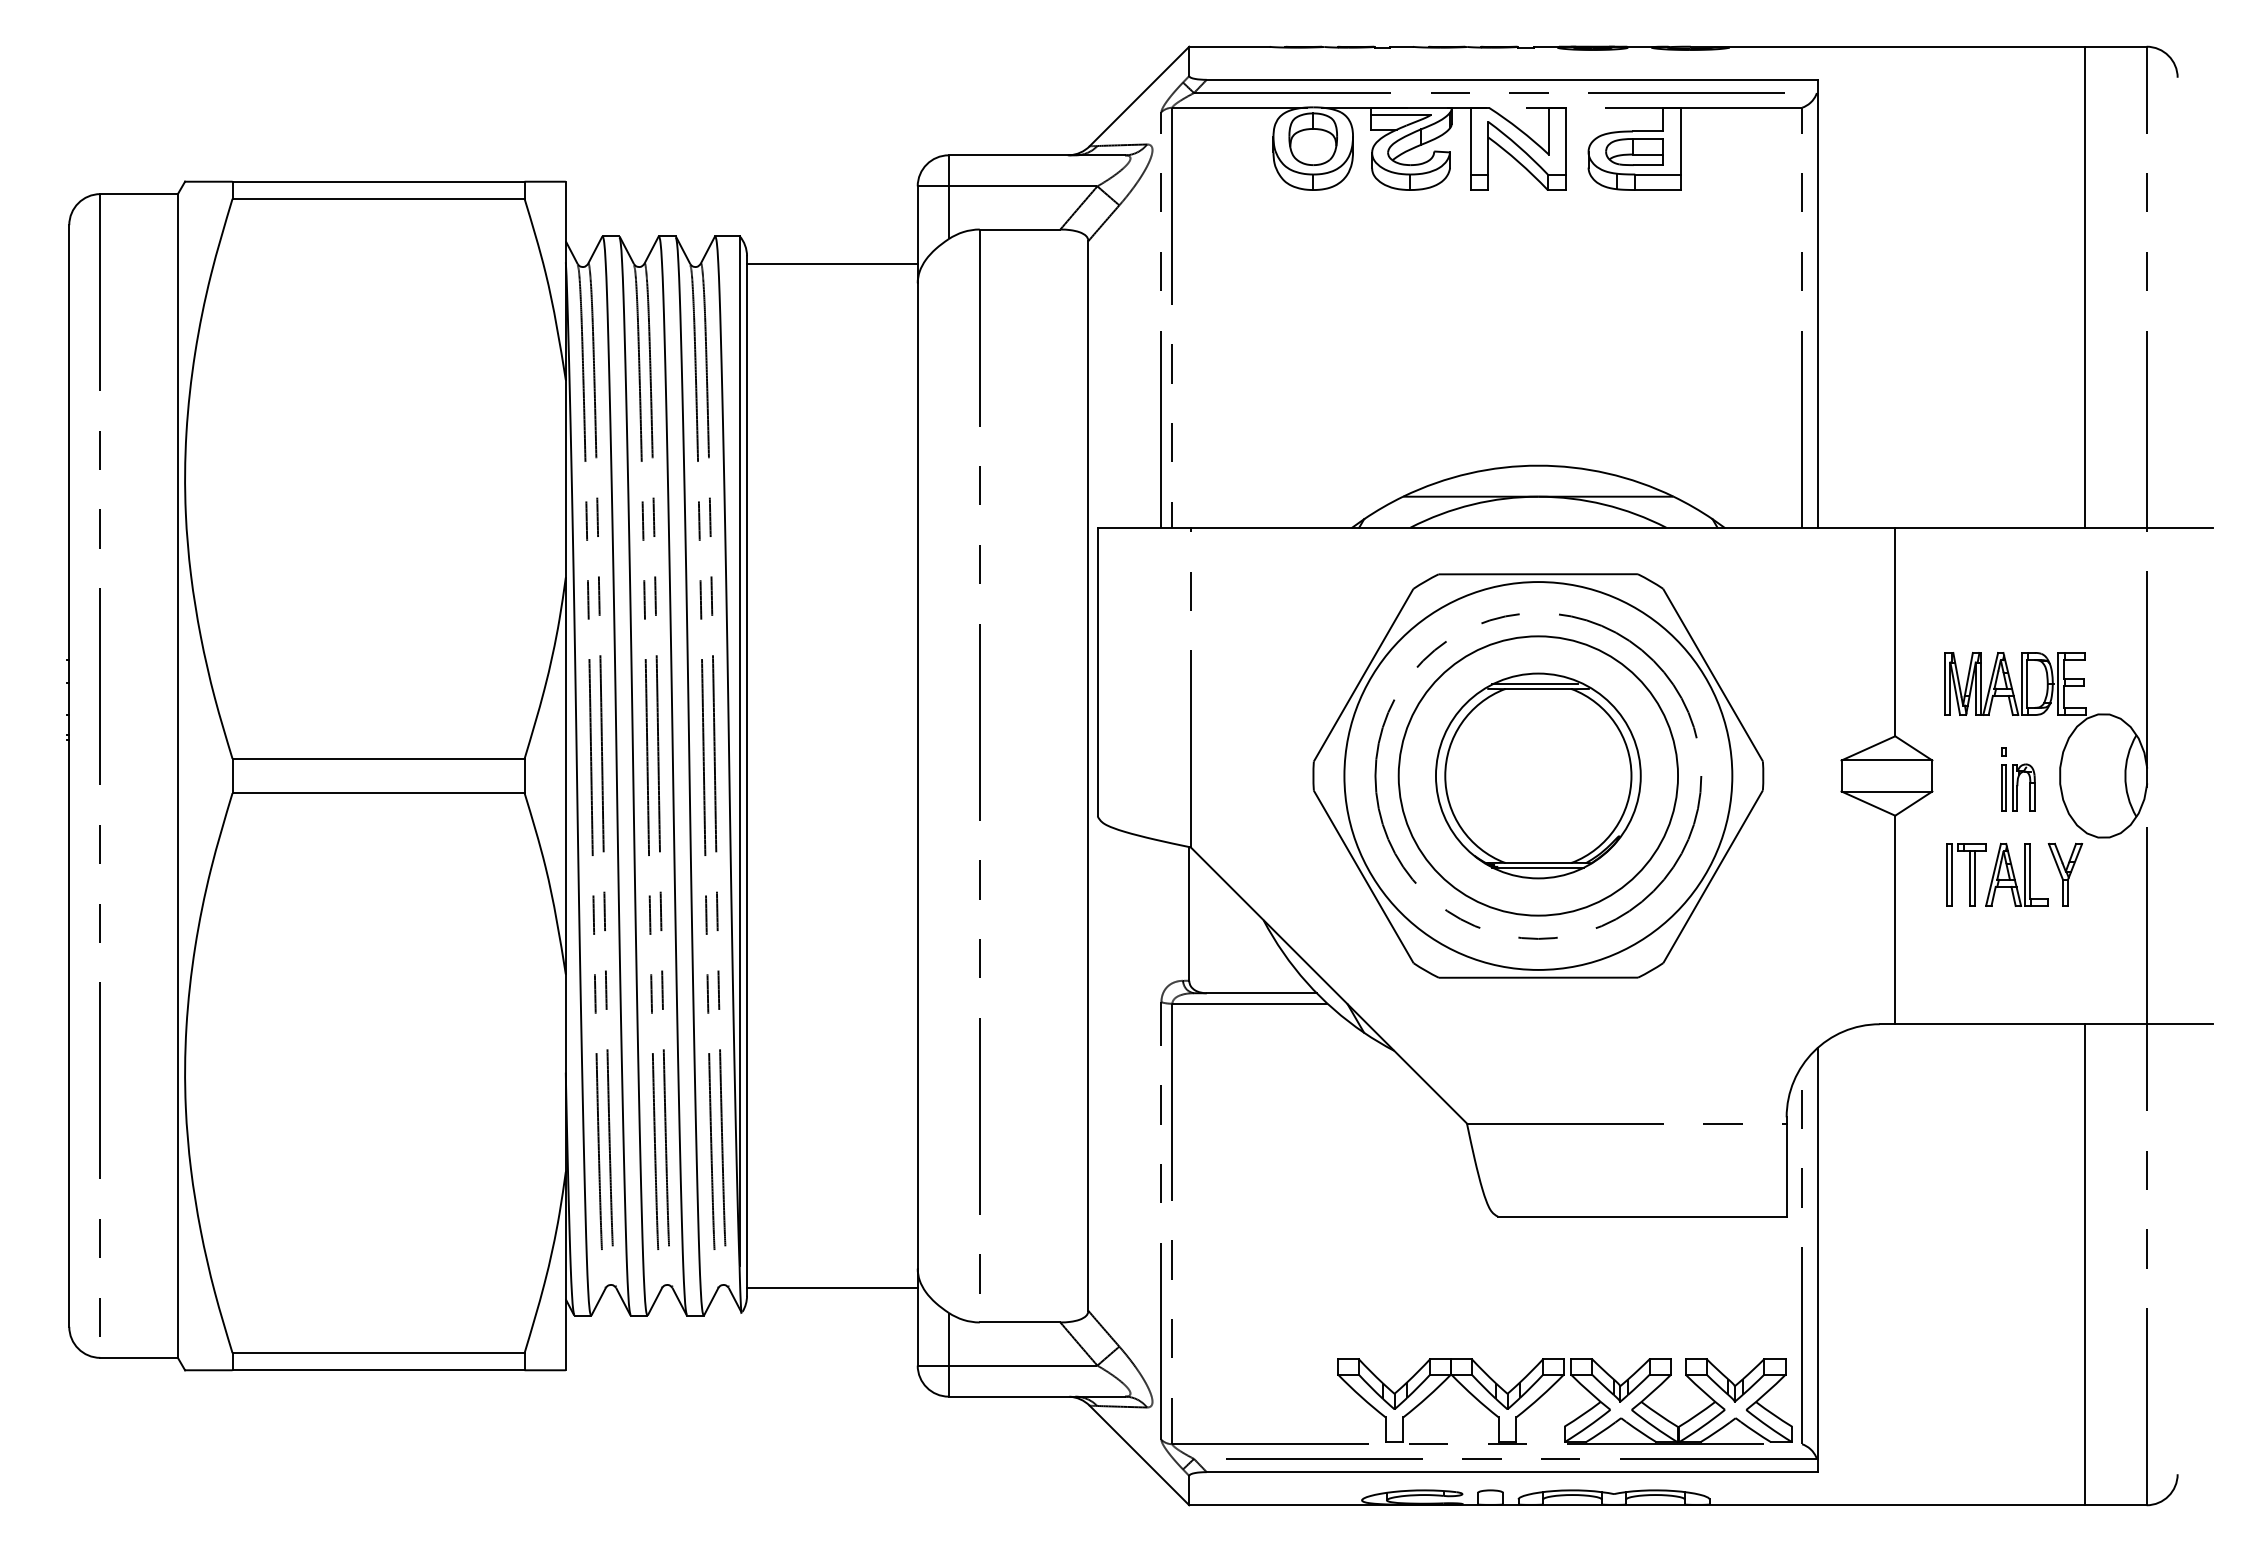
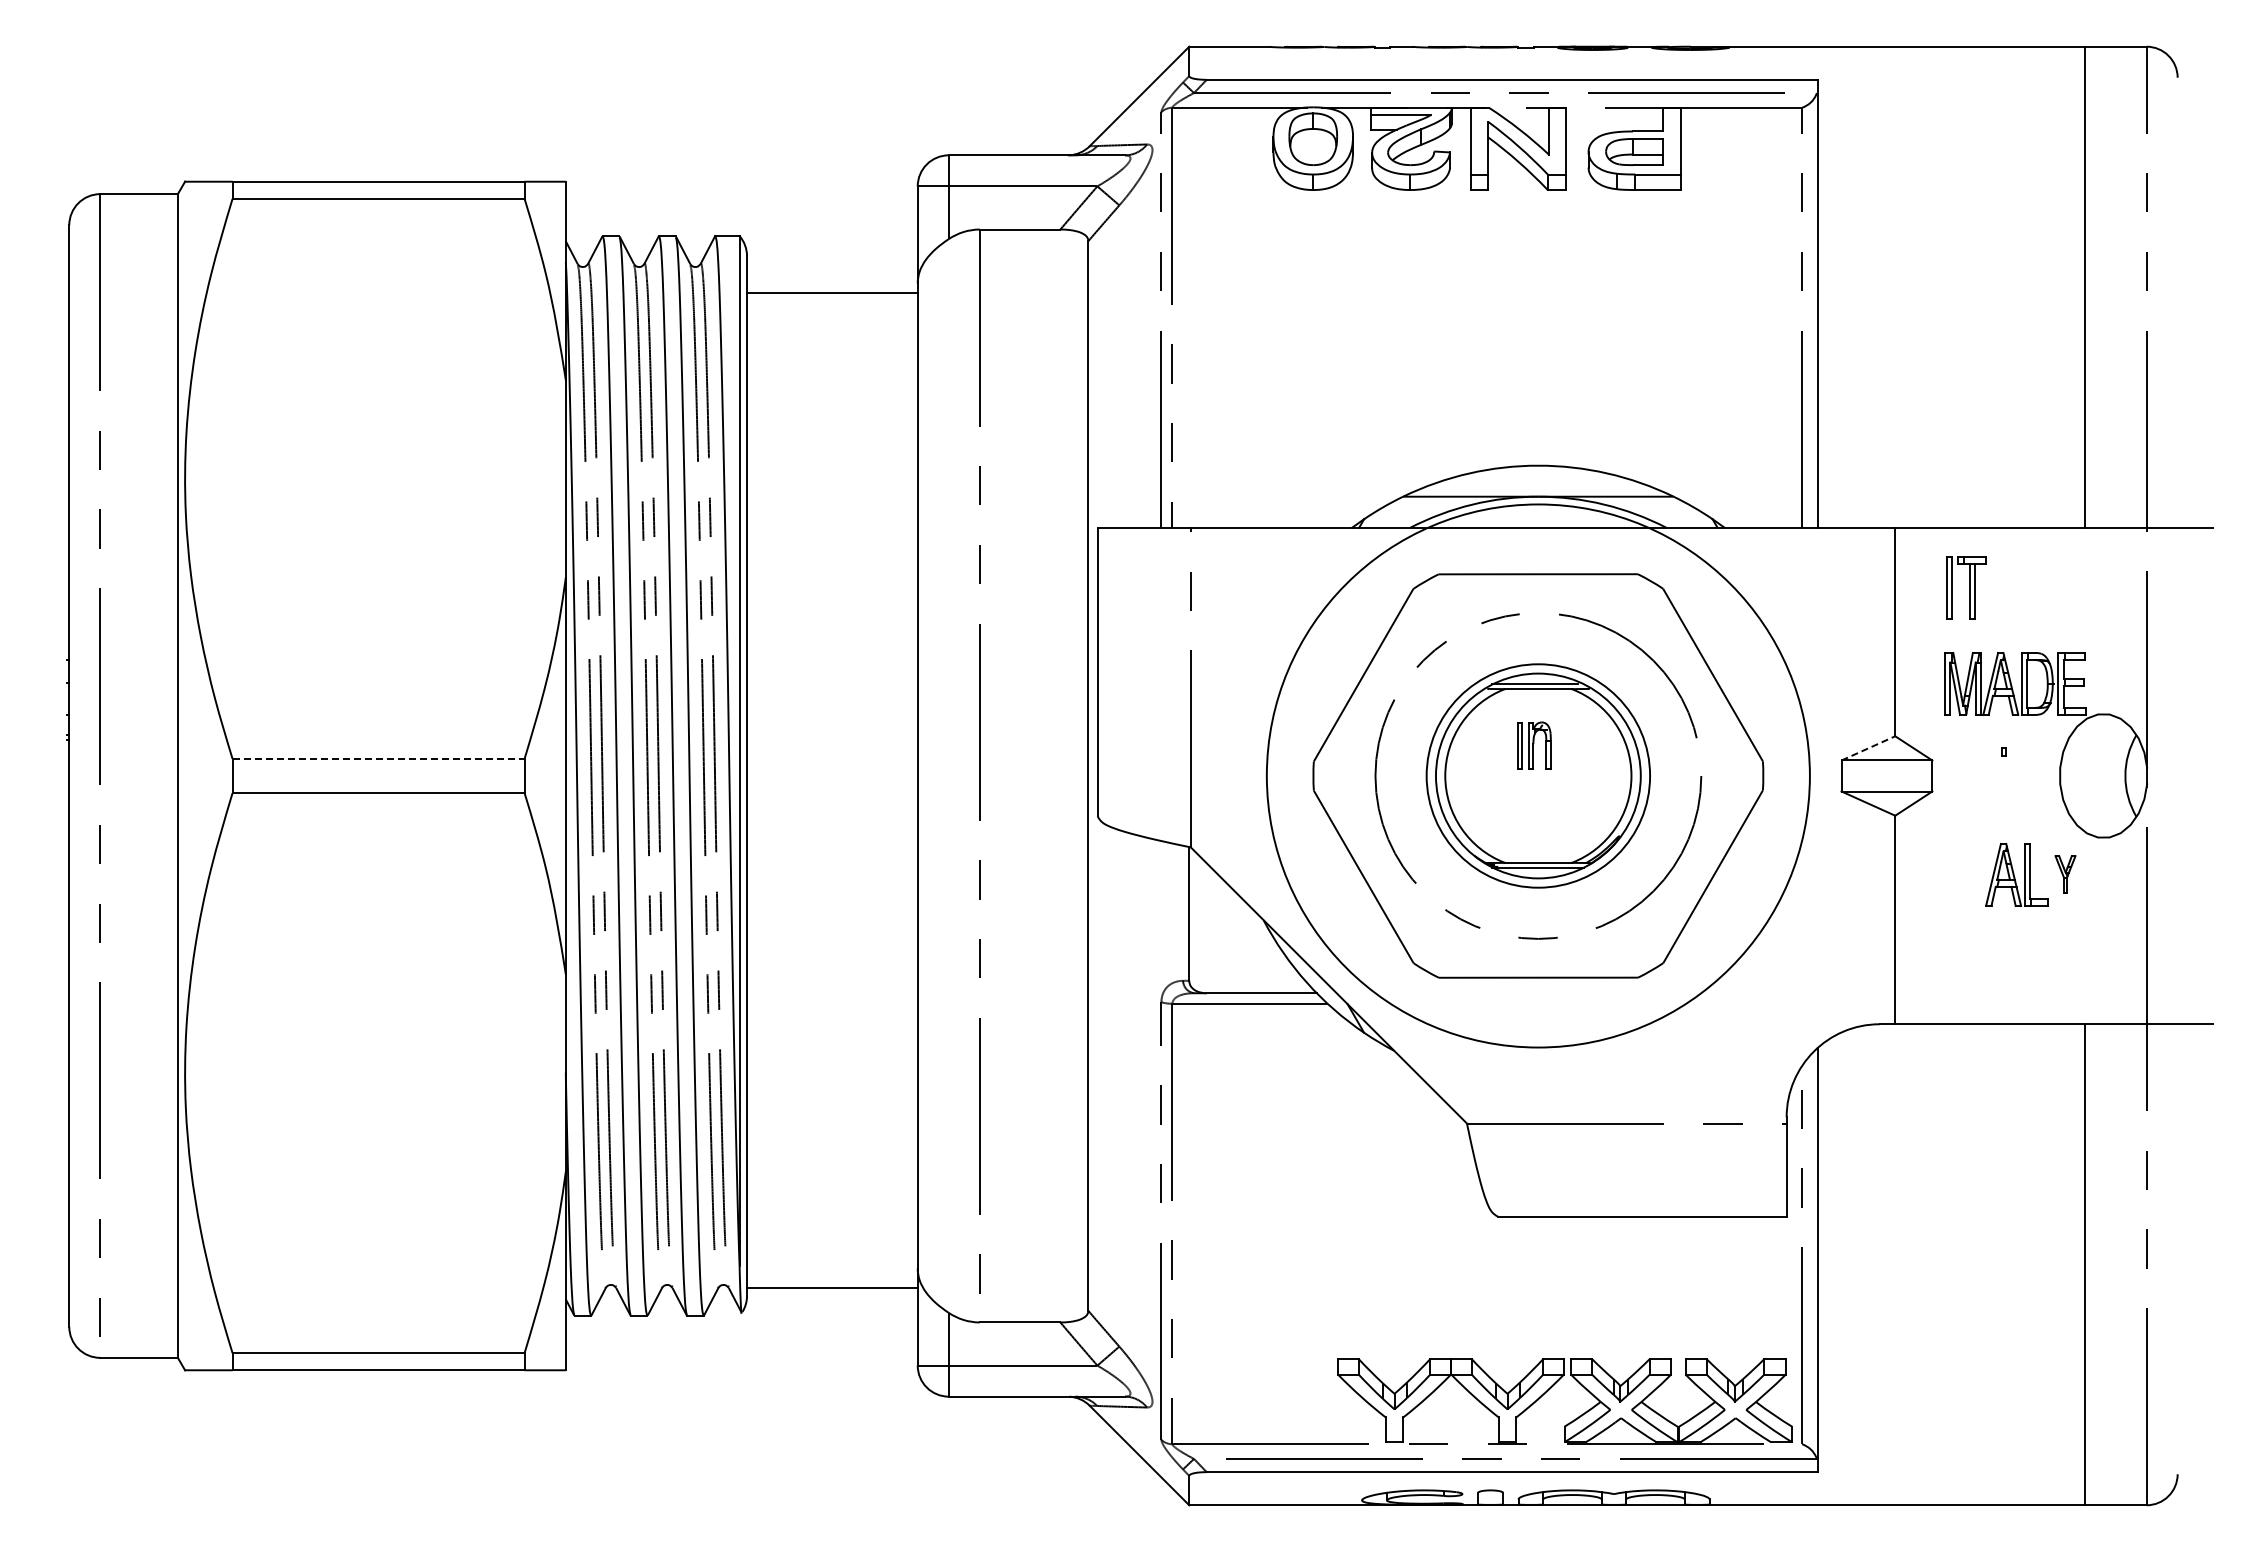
line at (832, 263) position: (832, 263) -> (832, 292)
line at (1868, 748): solid -> dashed
line at (379, 758): solid -> dashed
circle at (1538, 775) diameter: 279 px -> 223 px
circle at (1538, 775) diameter: 388 px -> 543 px
part at (2018, 787) position: (2018, 787) -> (1534, 745)
part at (1966, 874) position: (1966, 874) -> (1966, 587)
part at (2065, 874) size: 37x65 px -> 23x39 px
